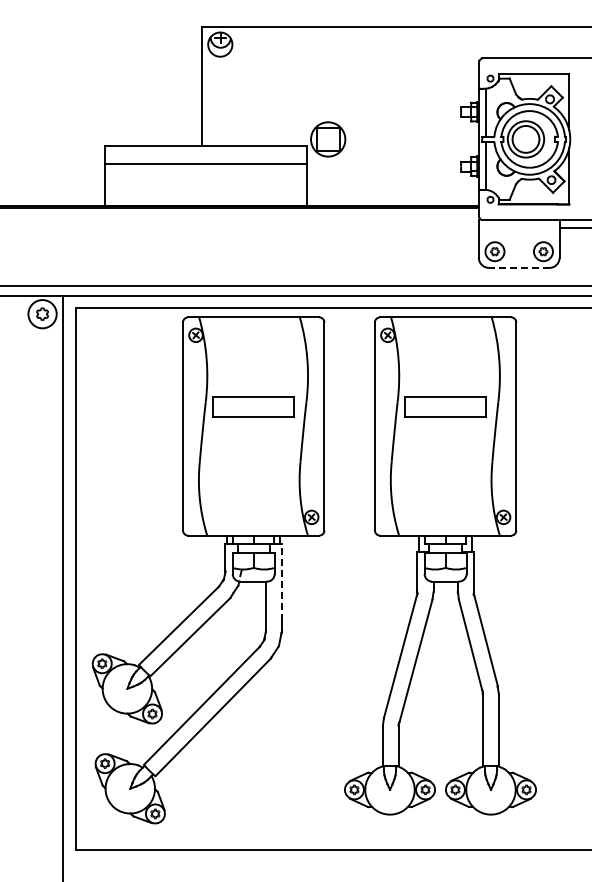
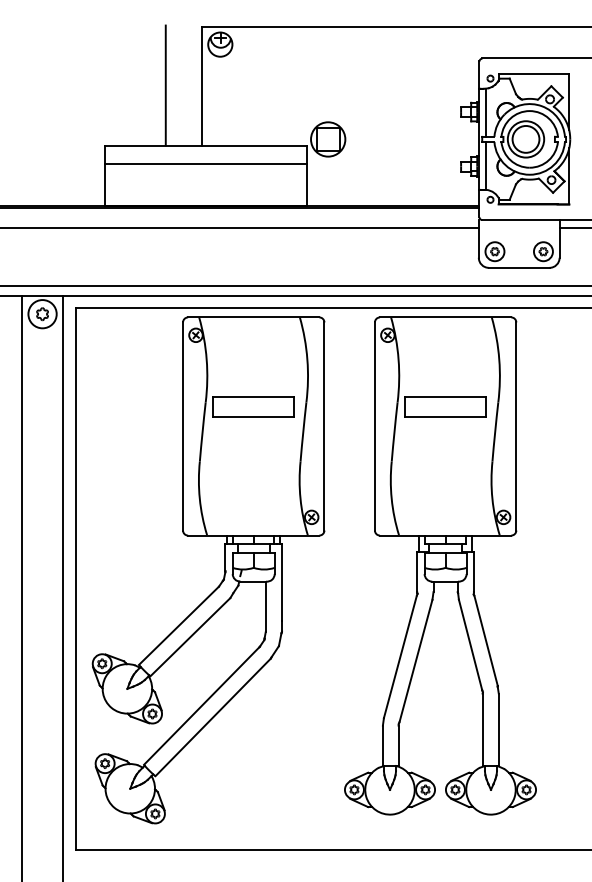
line at (165, 85): none -> present
line at (240, 227): none -> present
line at (518, 267): dashed -> solid
line at (282, 582): dashed -> solid
line at (22, 586): none -> present
